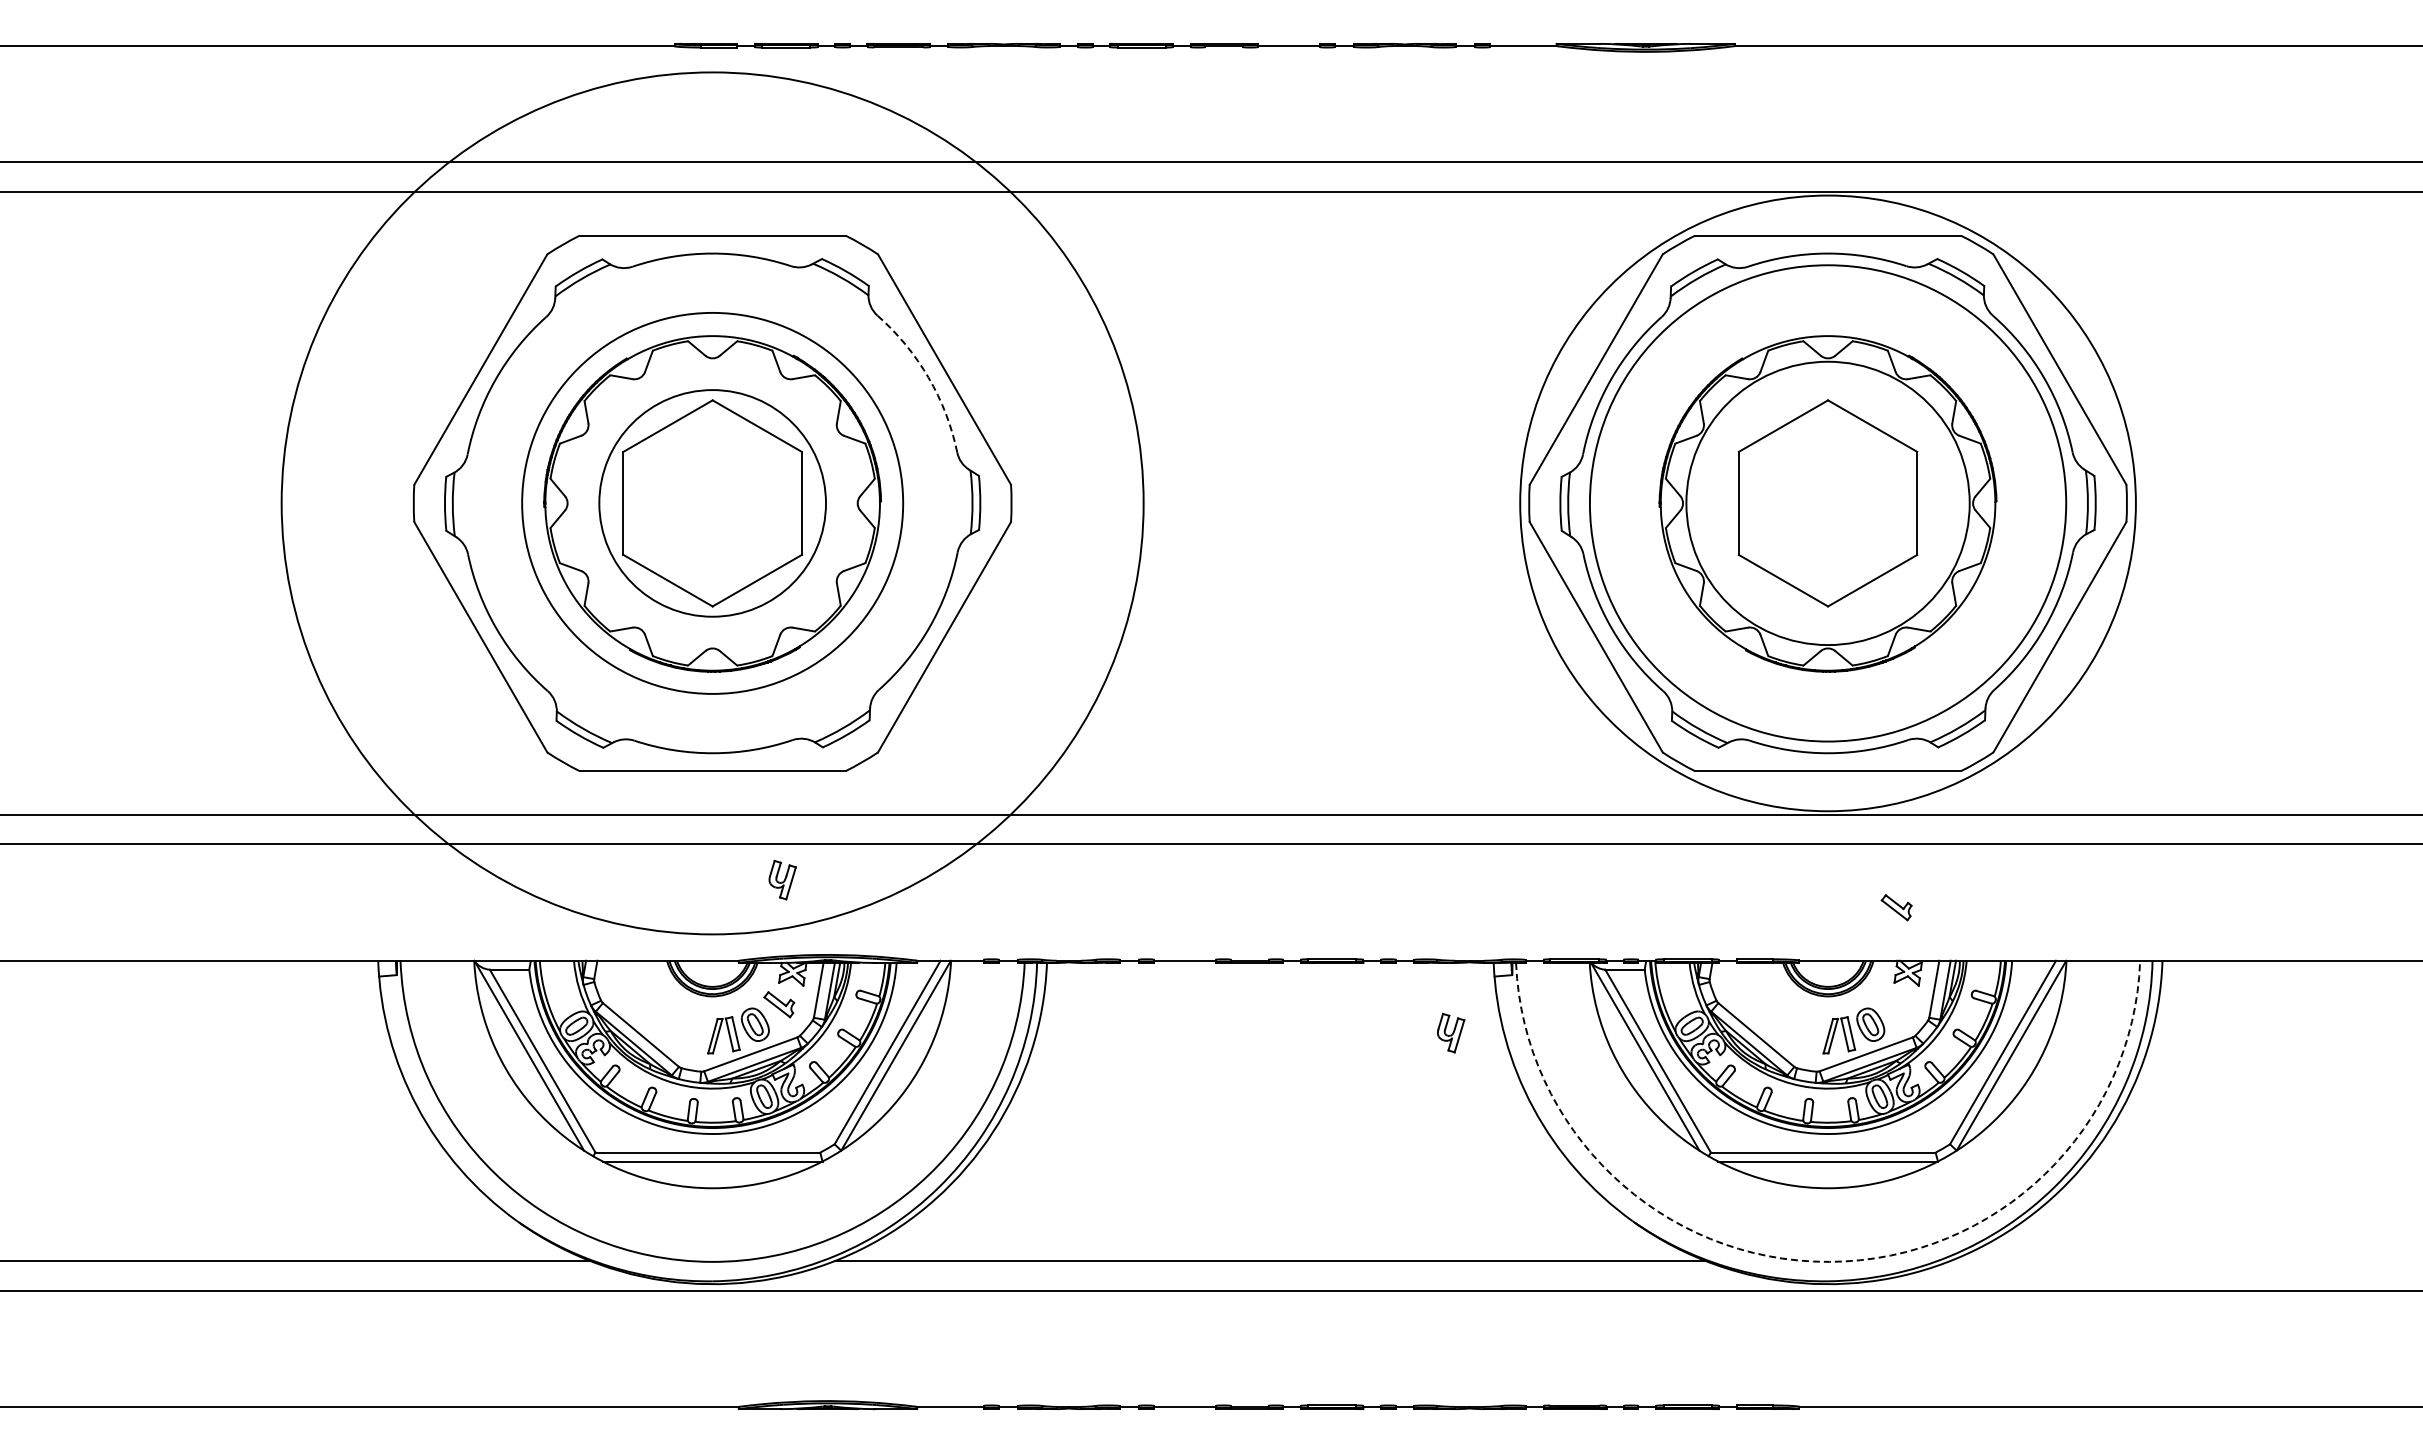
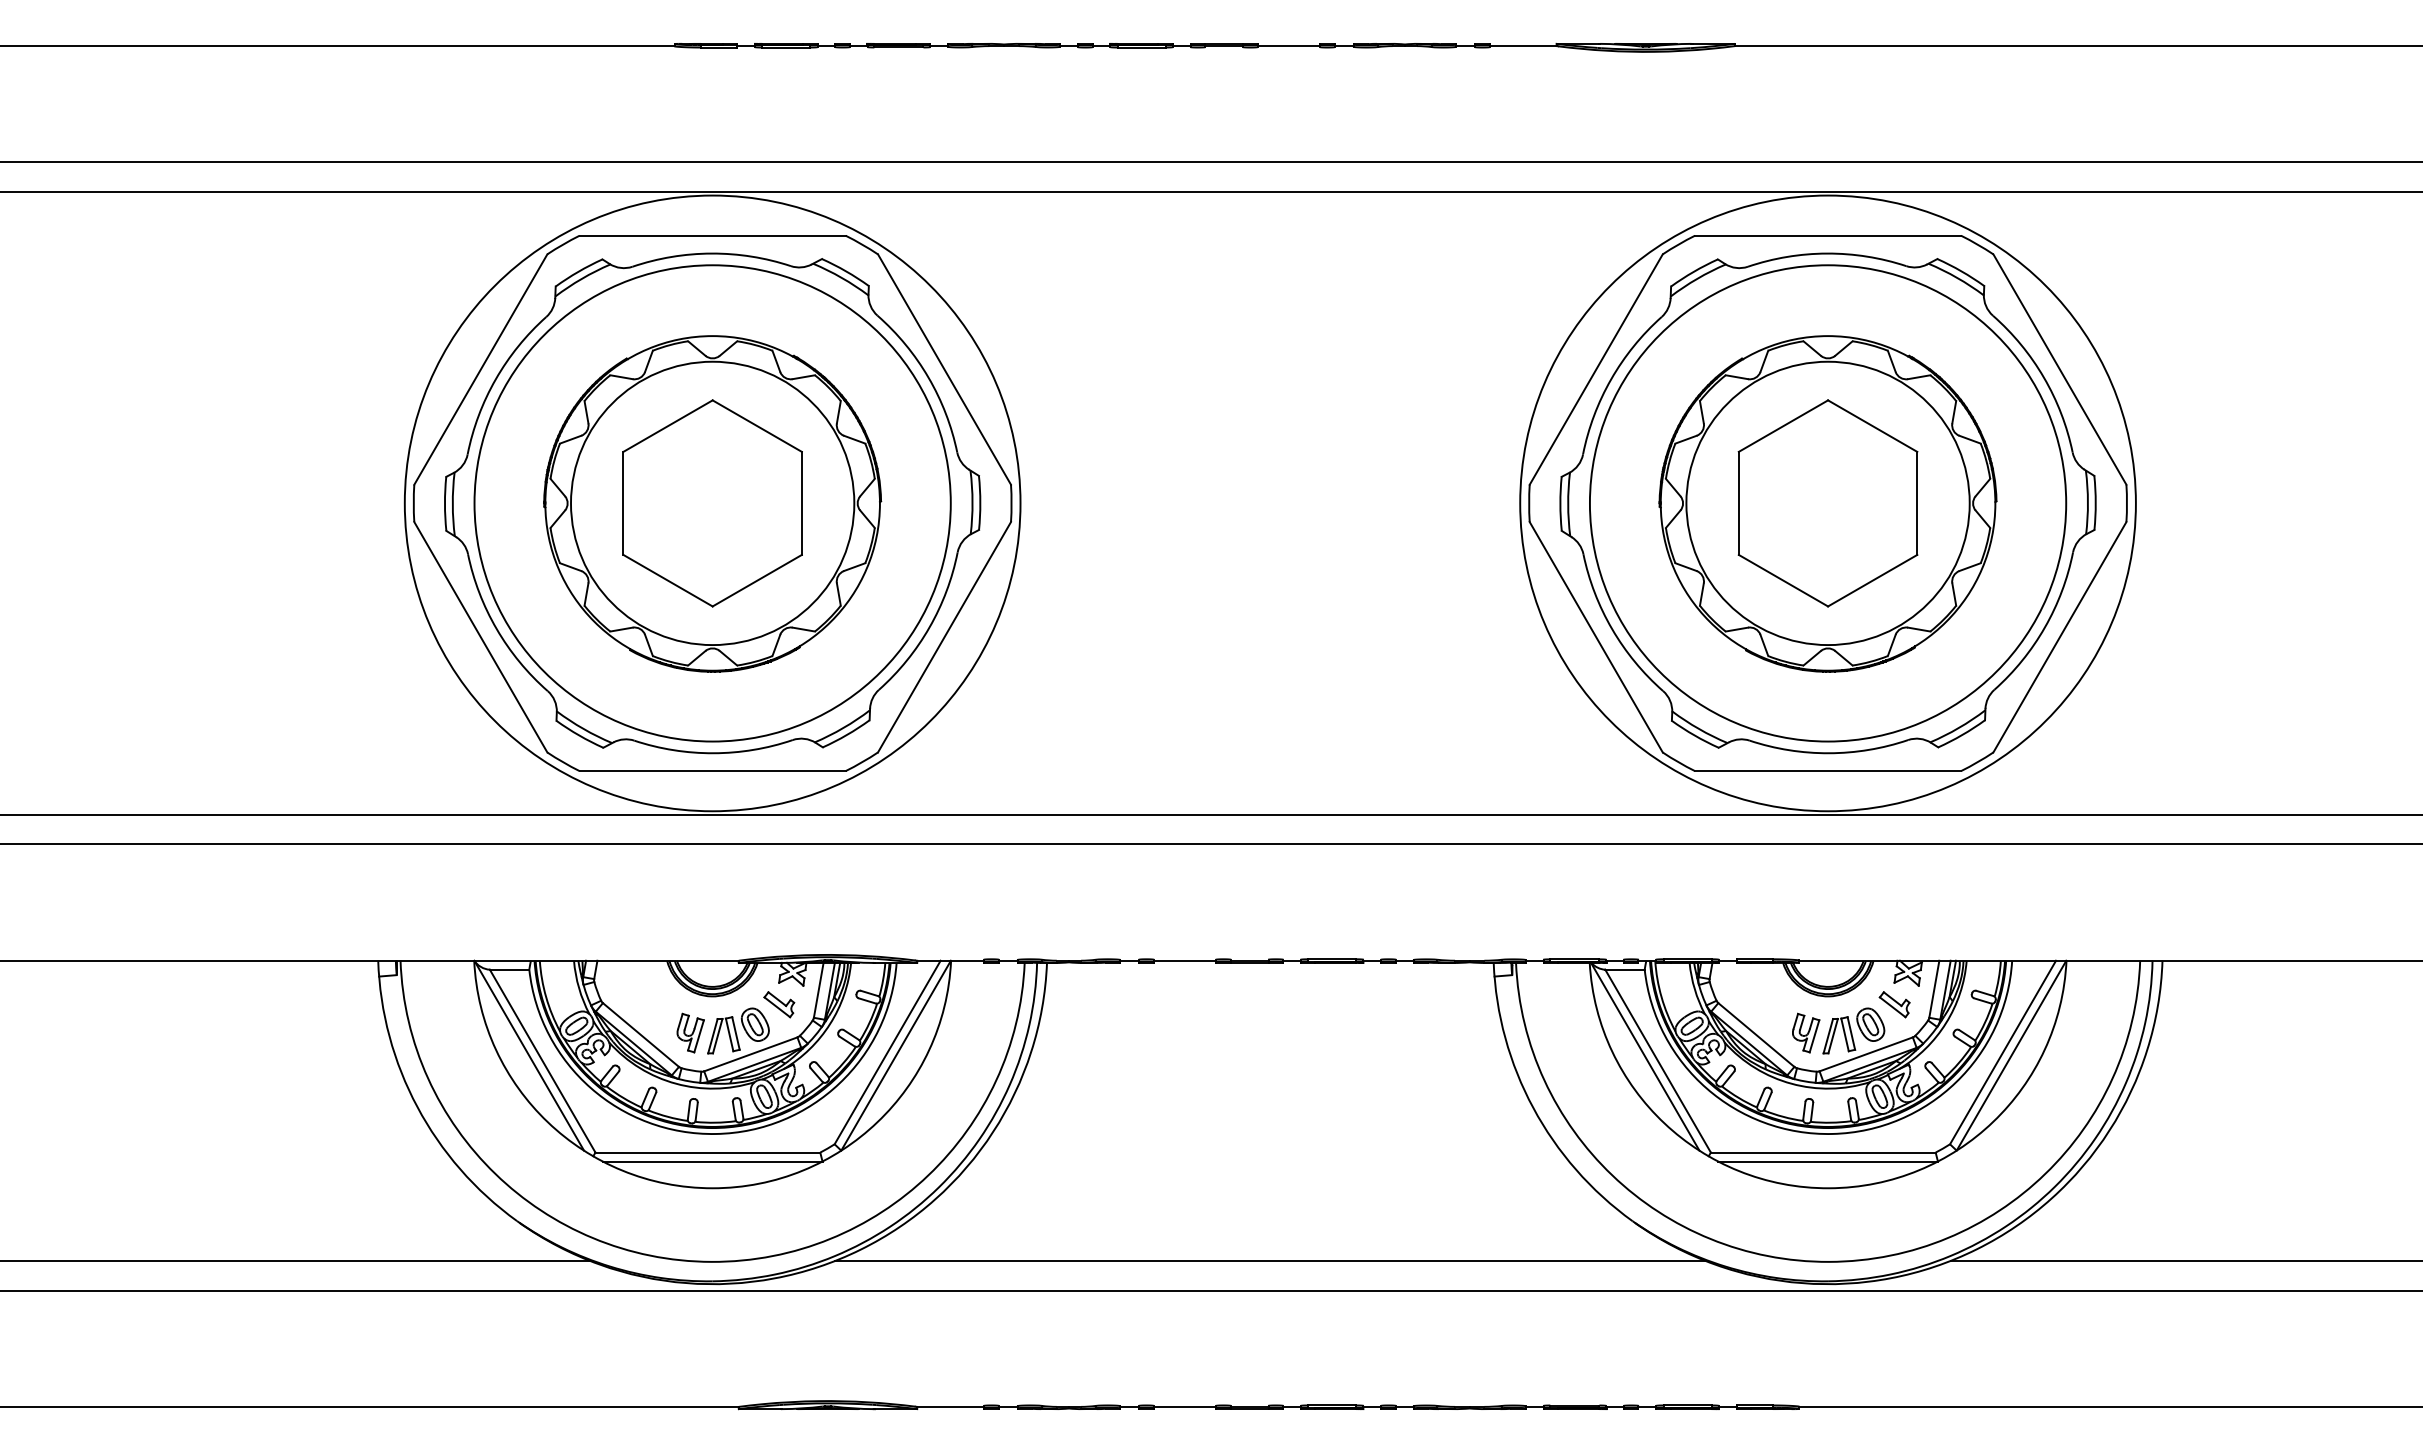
arc at (928, 377): dashed -> solid
circle at (712, 502) diameter: 381 px -> 476 px
circle at (712, 503) diameter: 227 px -> 283 px
circle at (712, 503) diameter: 862 px -> 616 px
part at (782, 879) position: (782, 879) -> (690, 1032)
part at (1896, 907) position: (1896, 907) -> (1894, 1004)
part at (1451, 1032) position: (1451, 1032) -> (1806, 1032)
line at (2184, 1260): none -> present
arc at (1829, 1261): dashed -> solid
